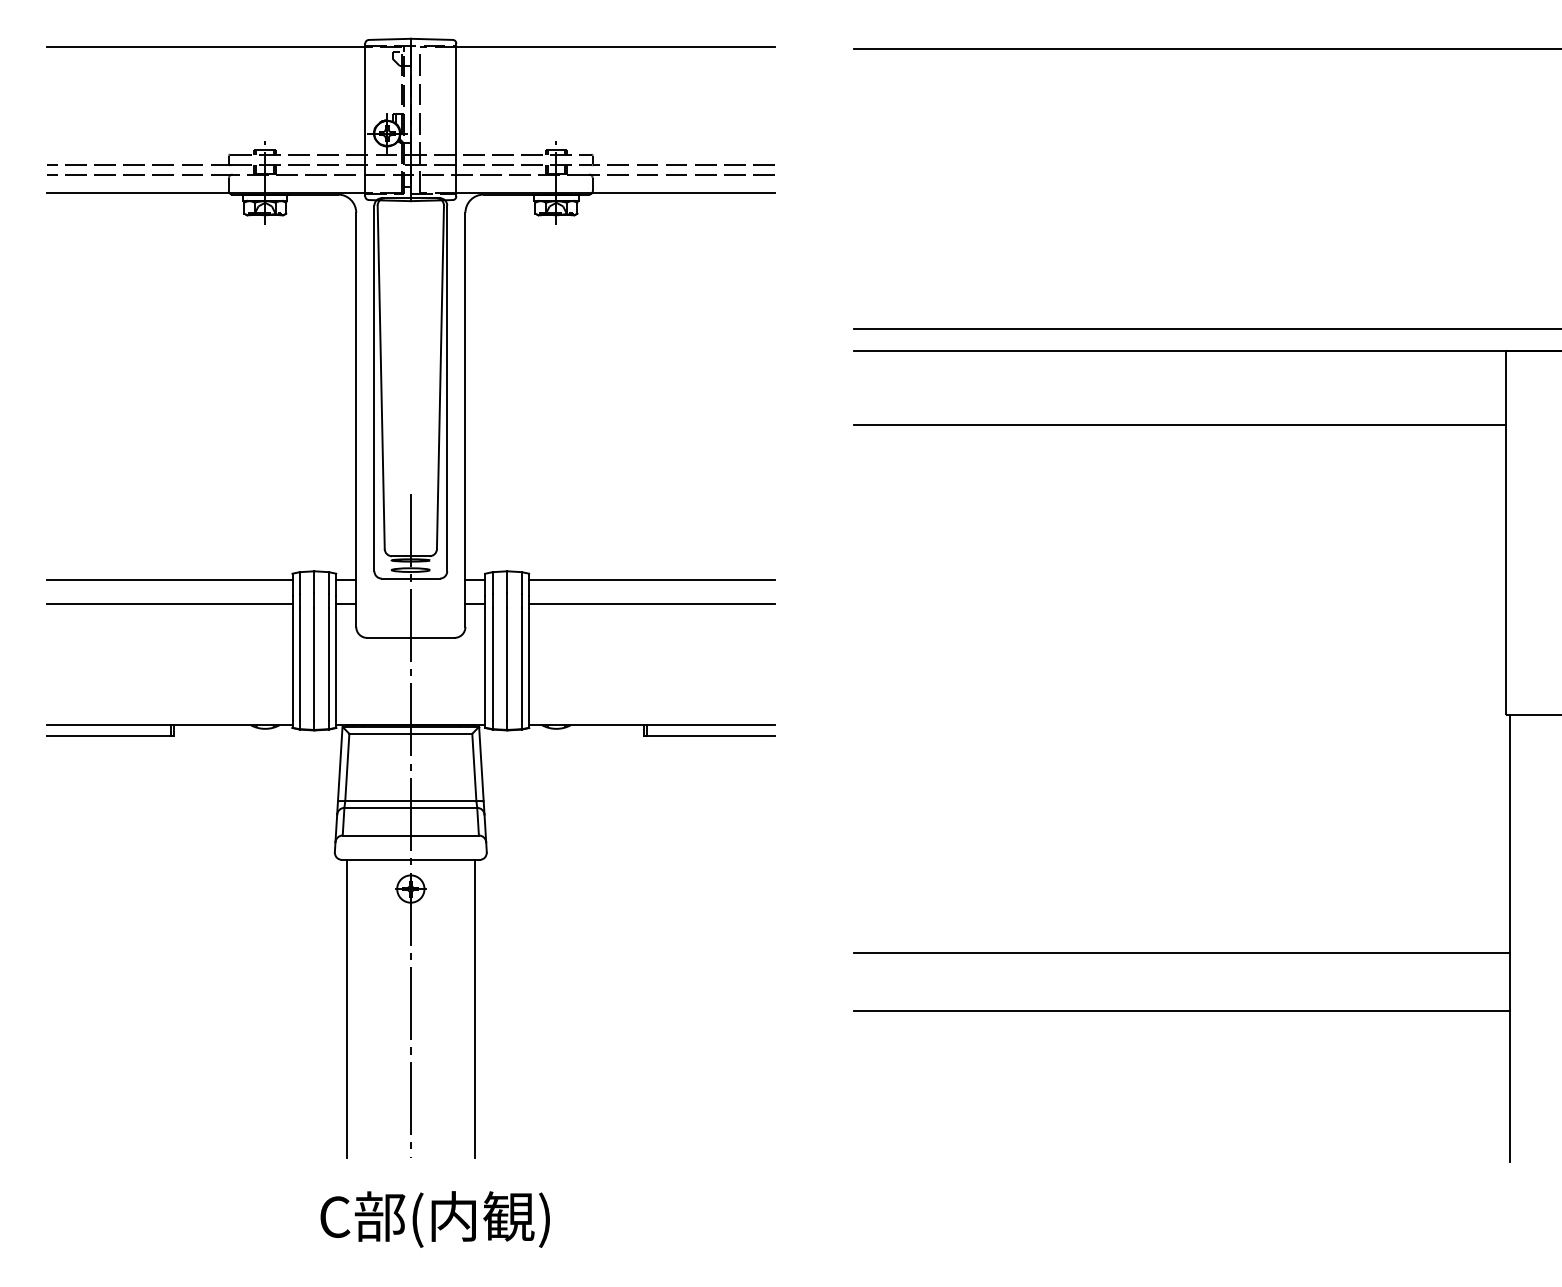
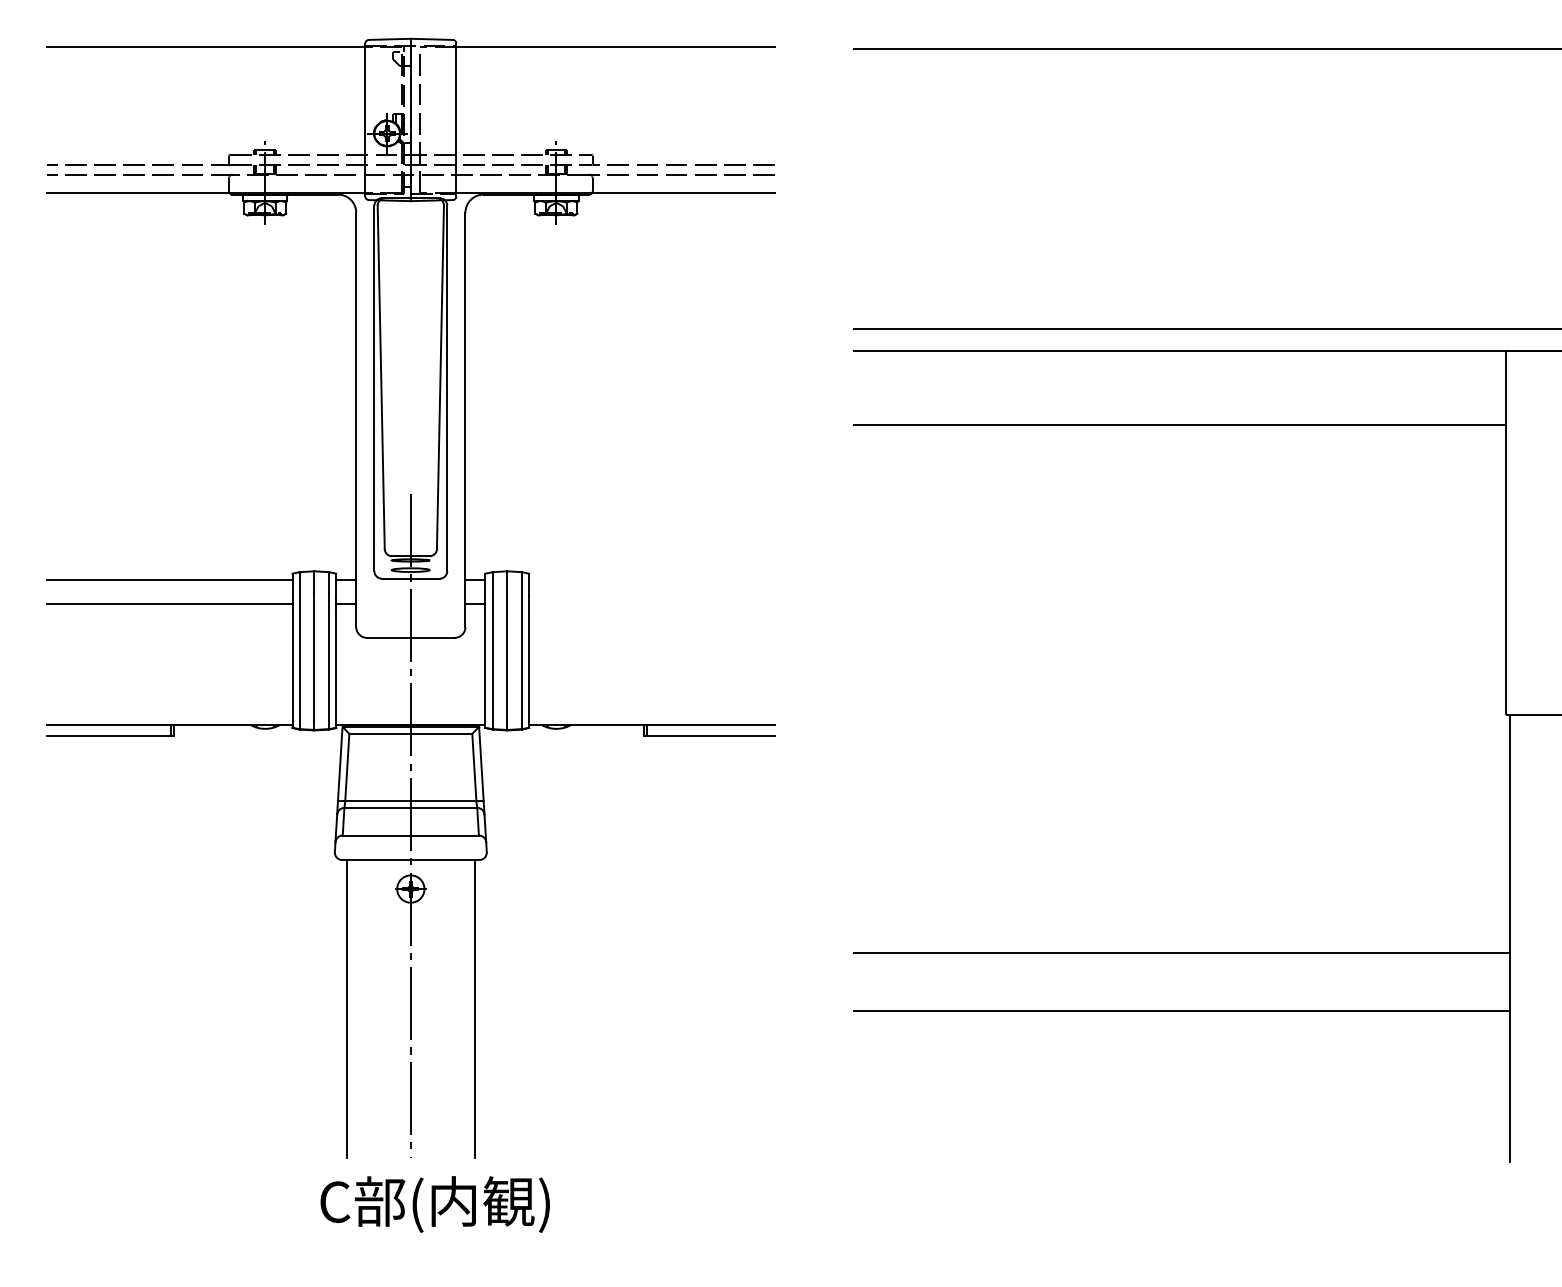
line at (651, 579): present -> none
line at (651, 603): present -> none
text at (434, 1219) position: (434, 1219) -> (434, 1204)
